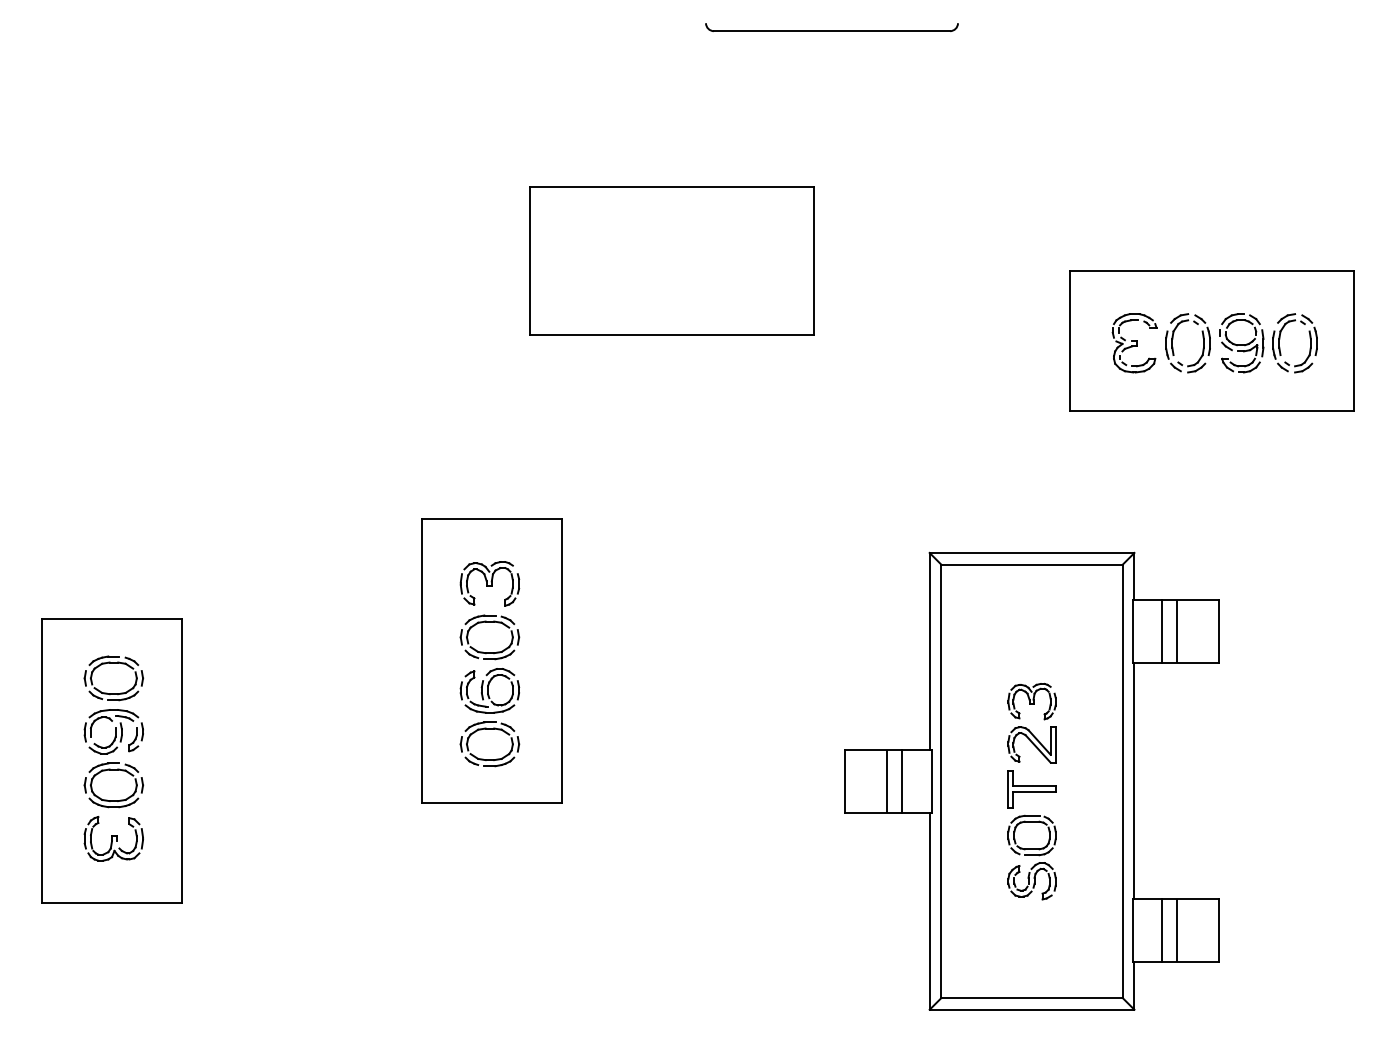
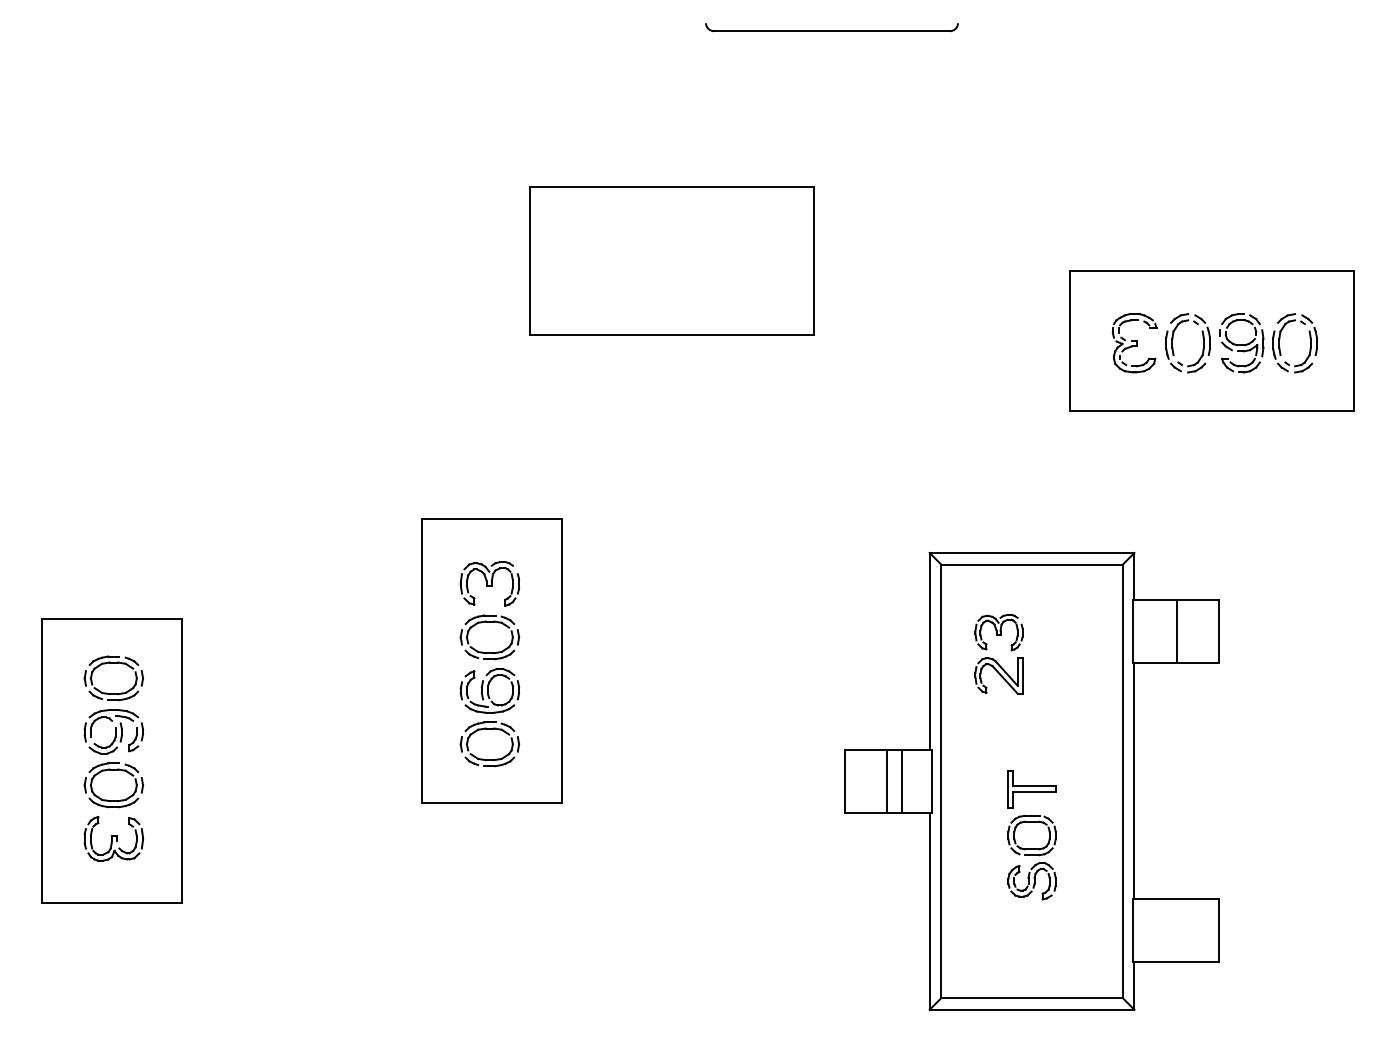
line at (1162, 631): present -> none
part at (1026, 727) position: (1026, 727) -> (993, 658)
line at (1162, 930): present -> none
line at (1176, 930): present -> none
